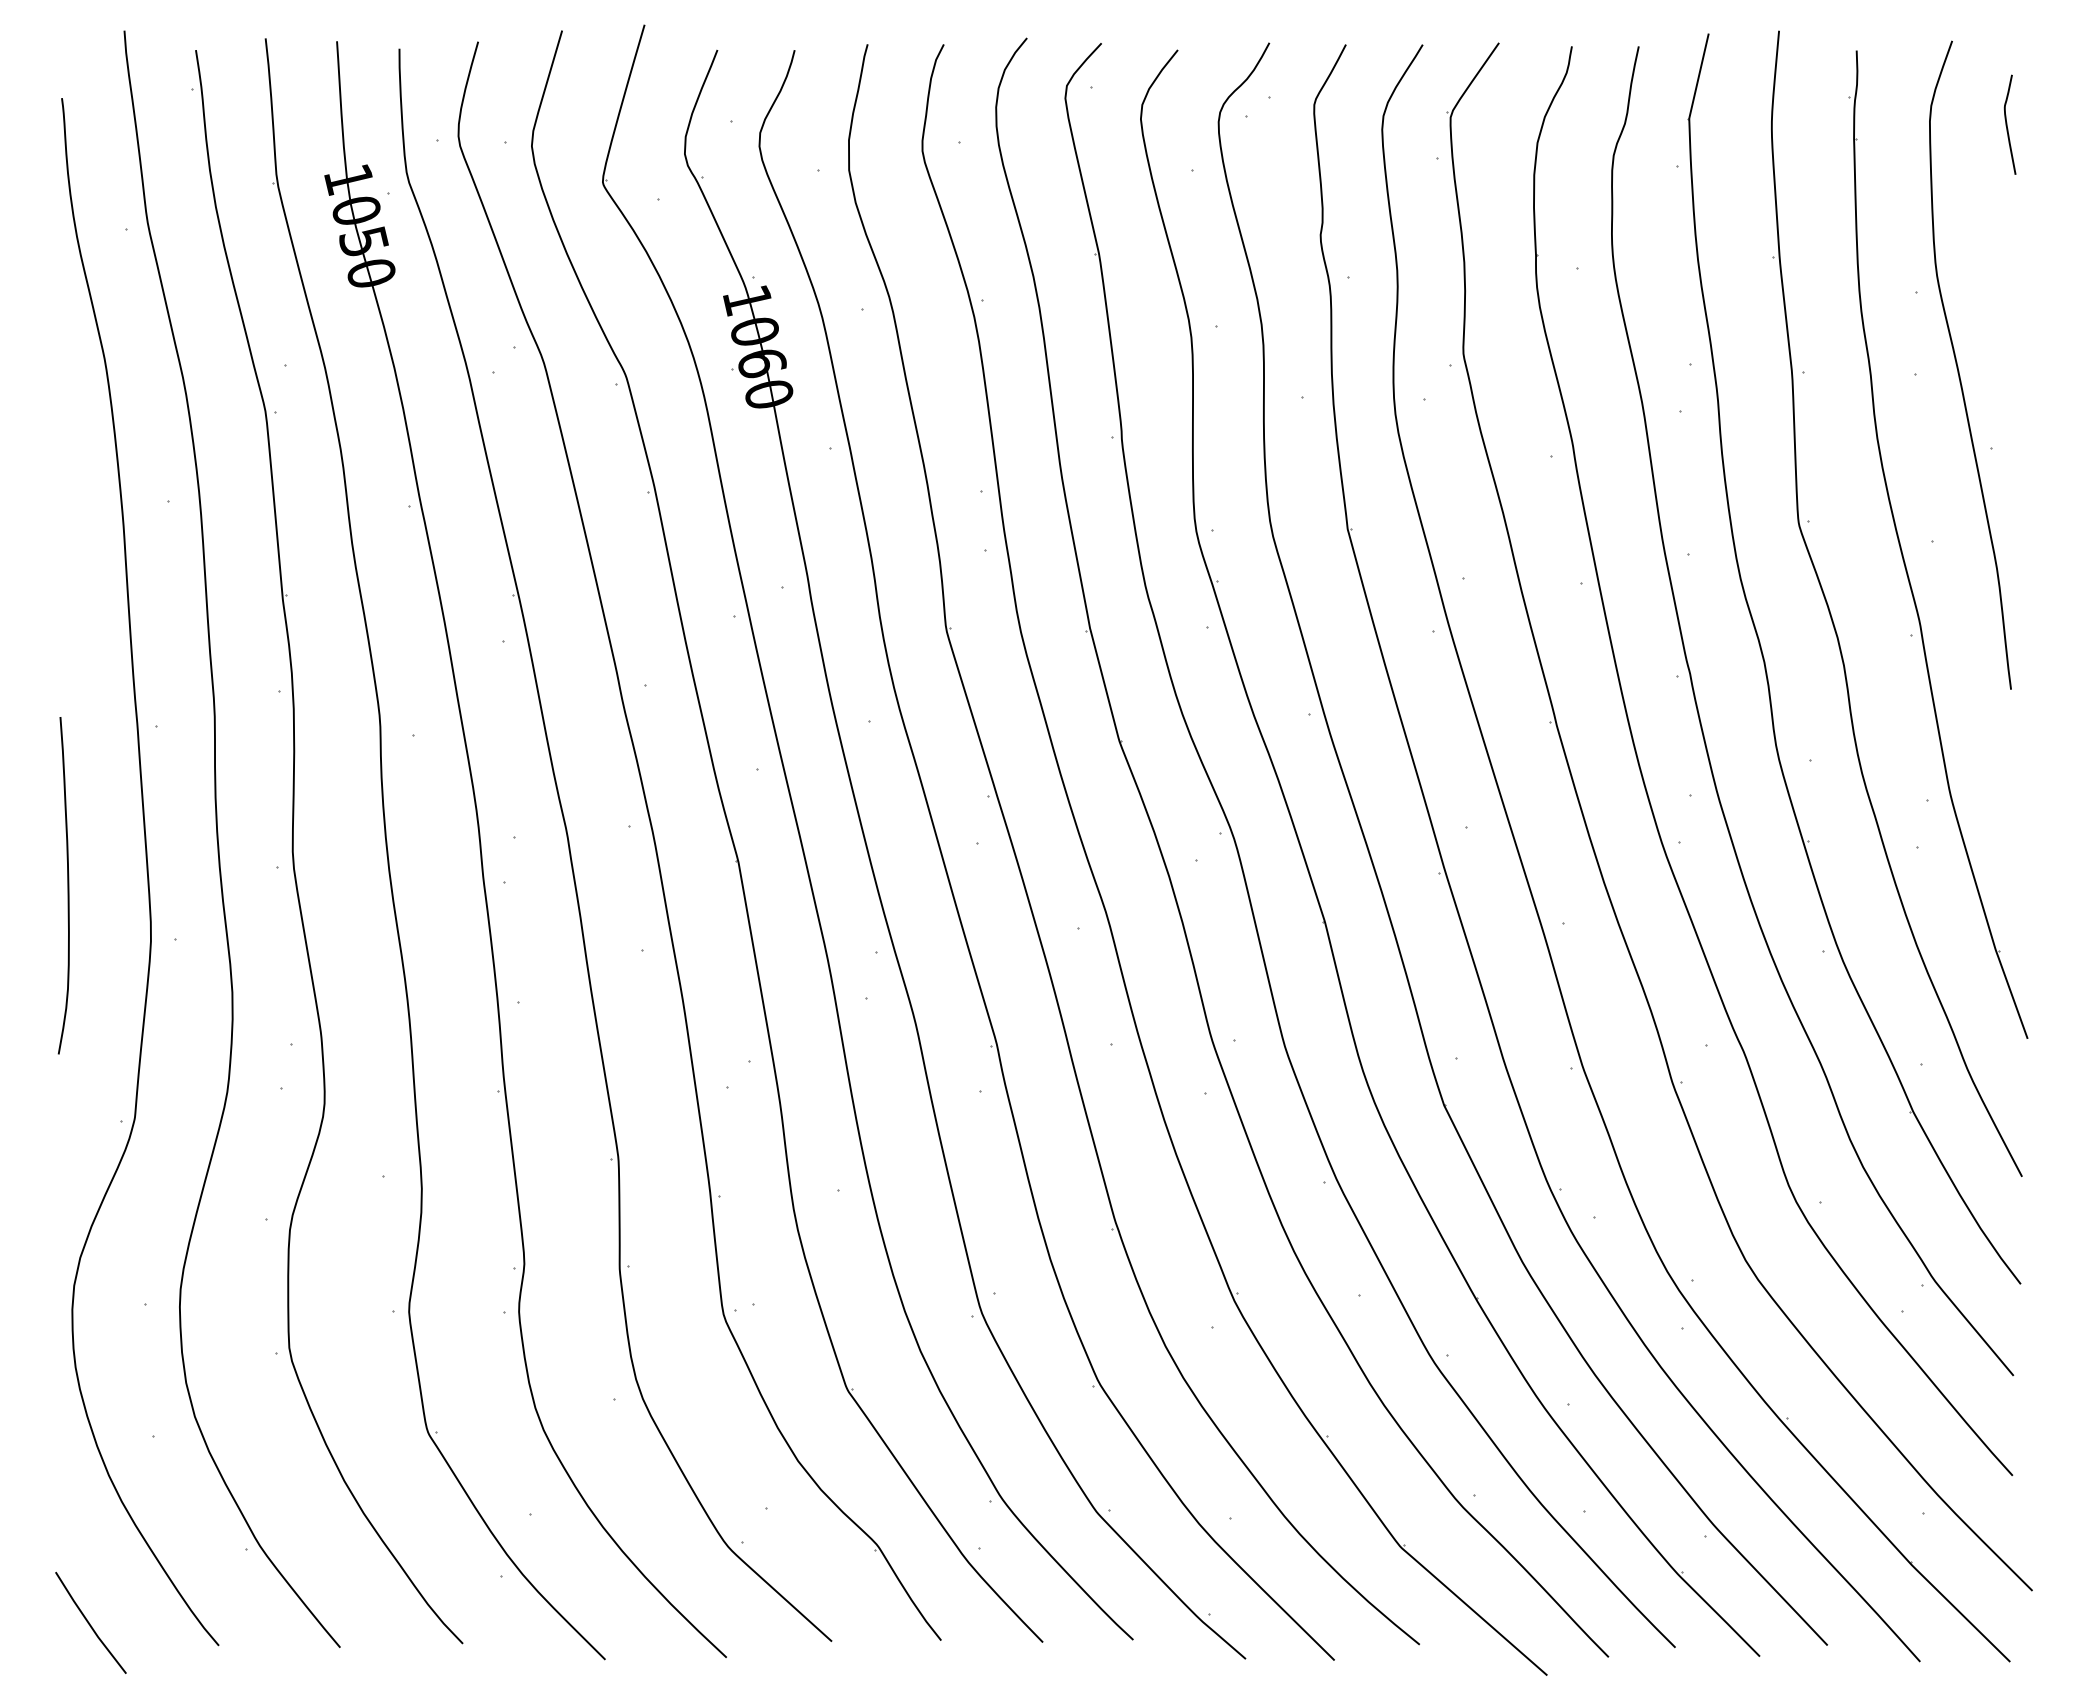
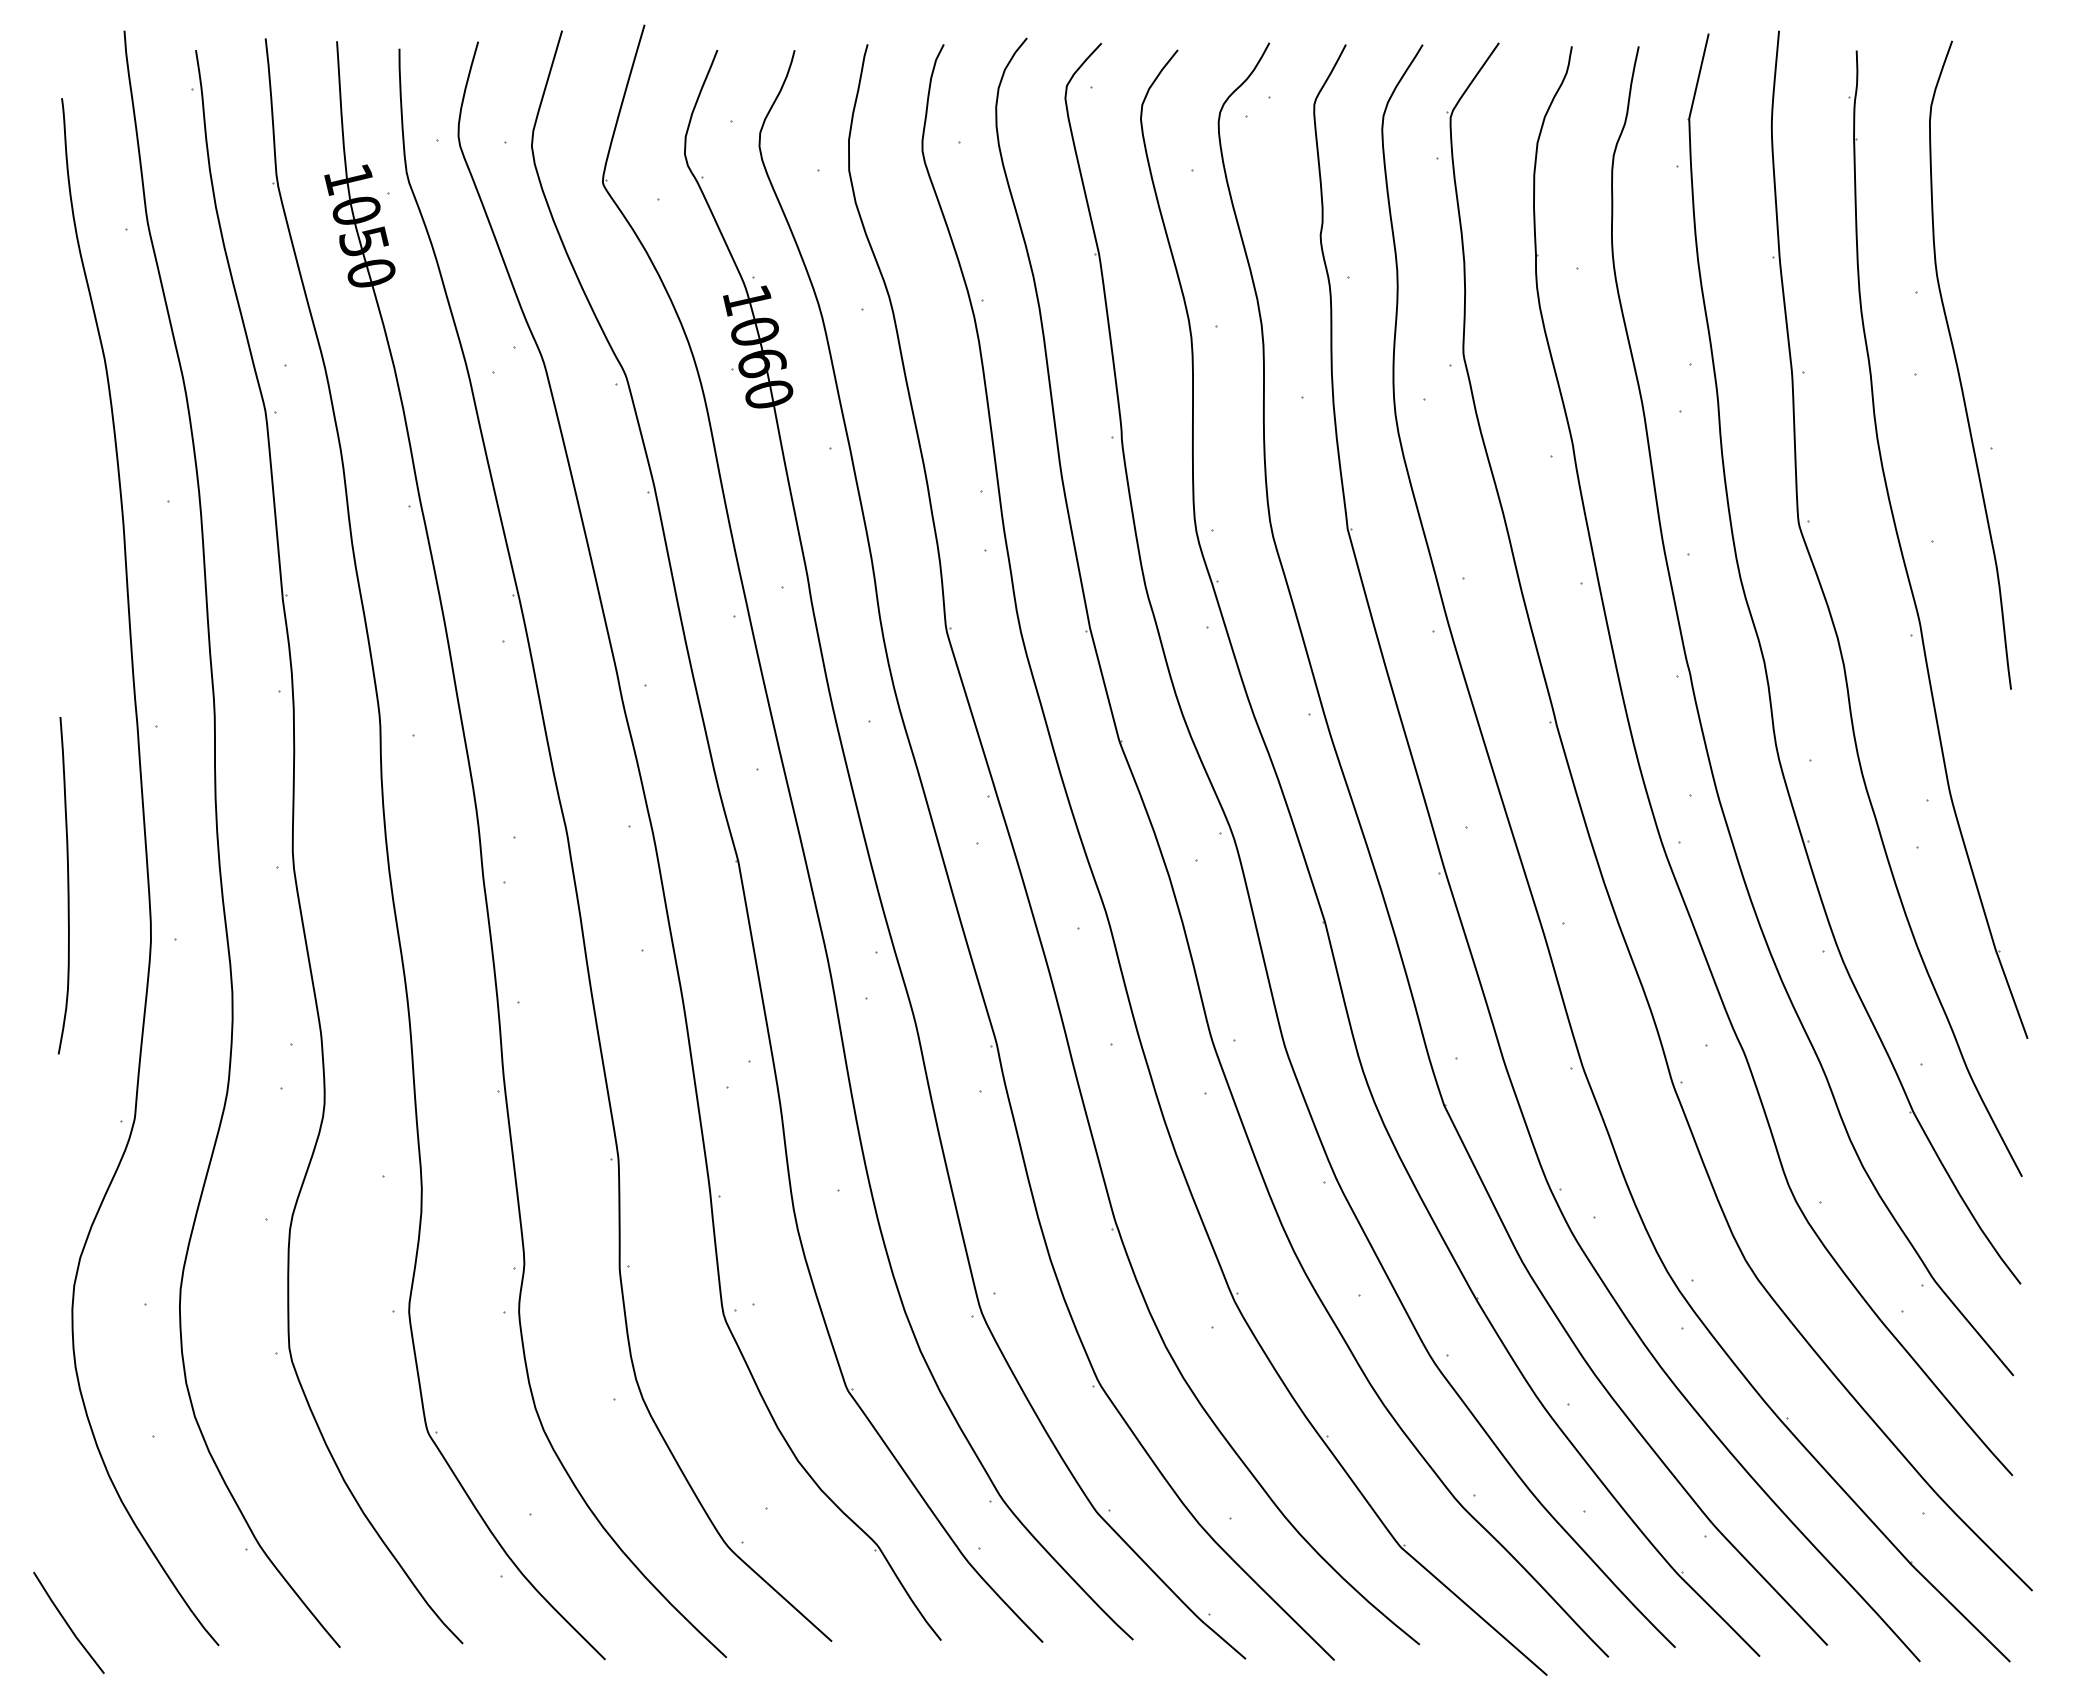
curve at (2007, 124): present -> none
line at (89, 1622) position: (89, 1622) -> (67, 1622)
